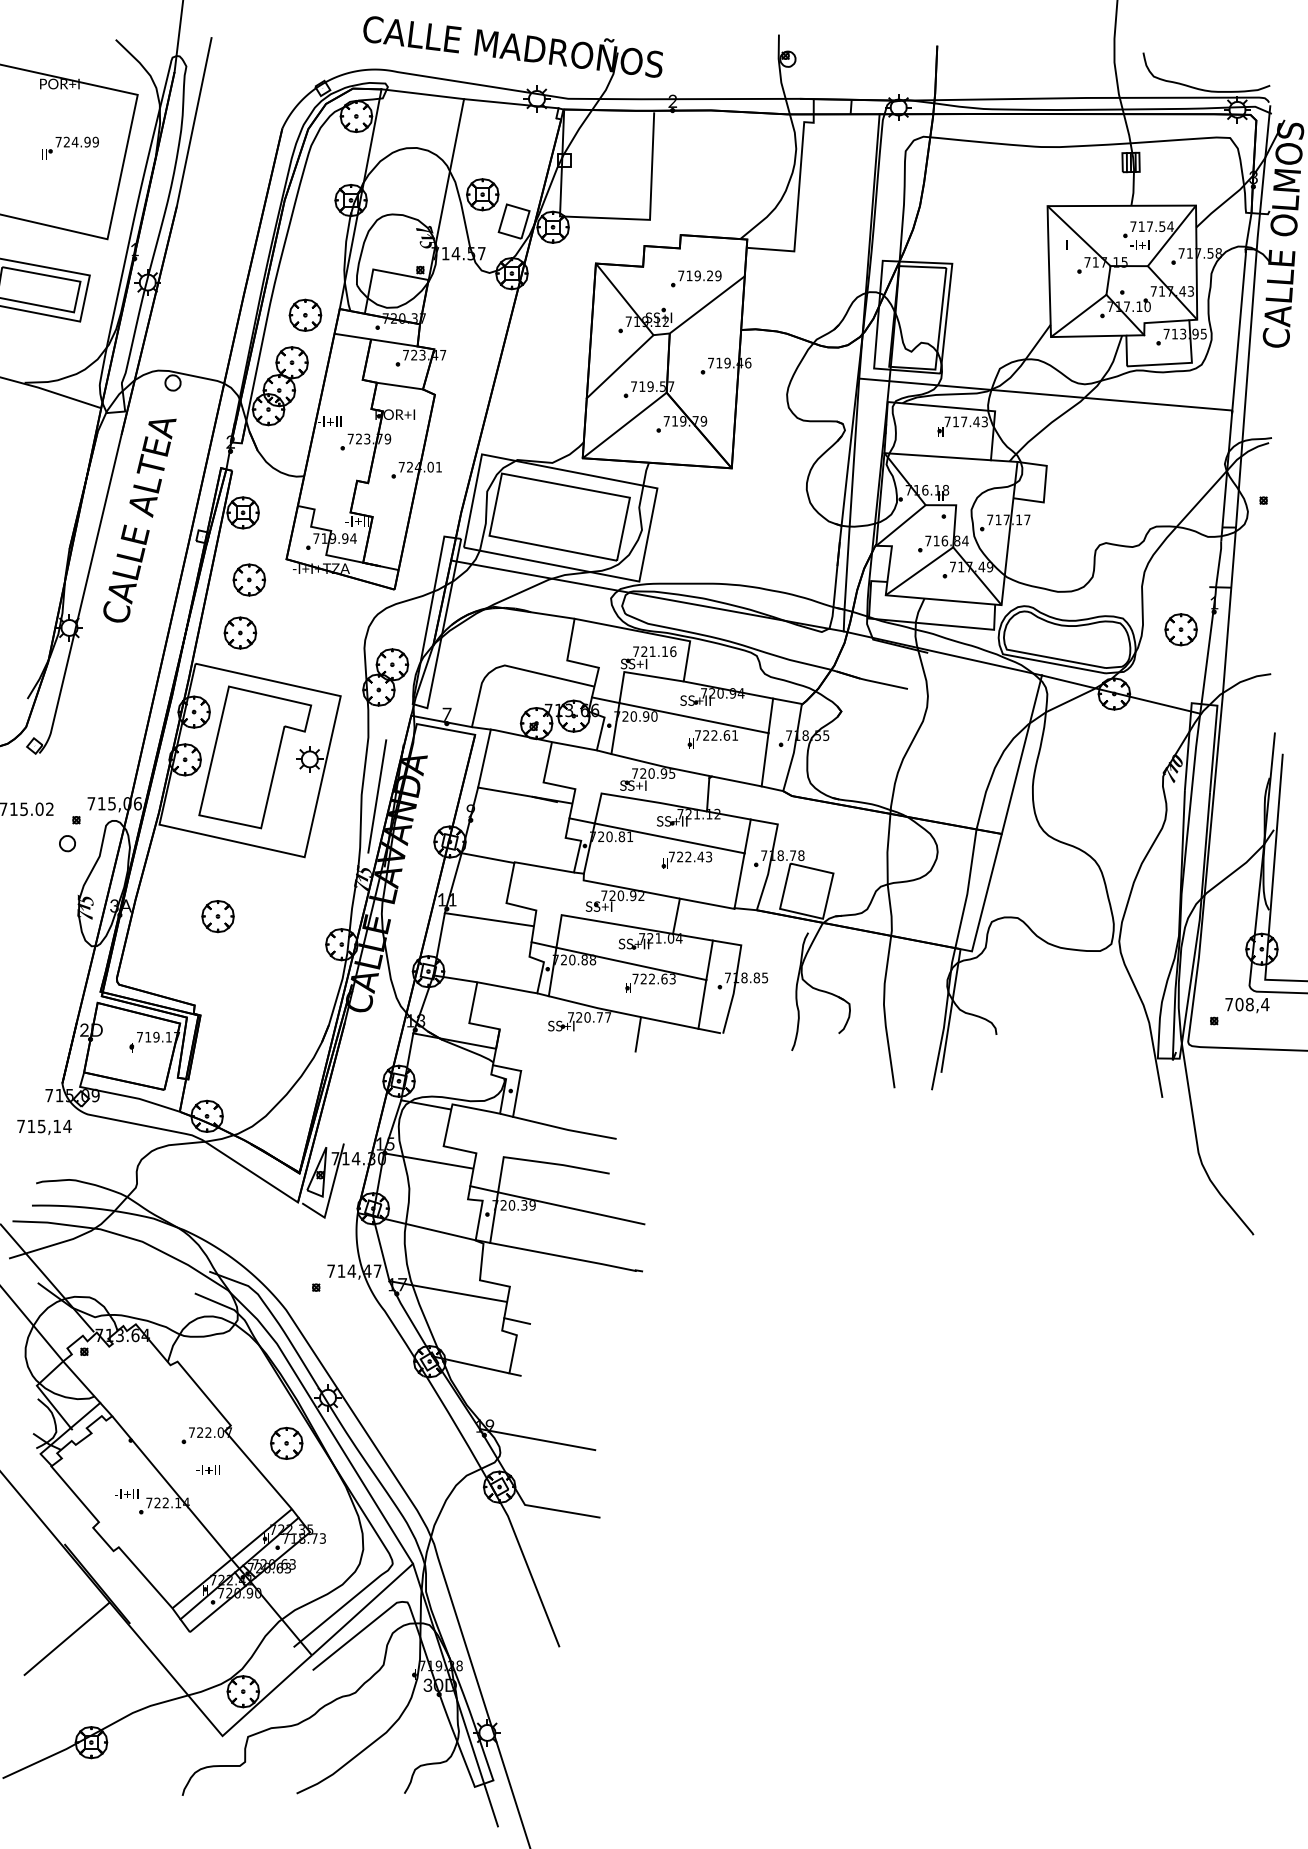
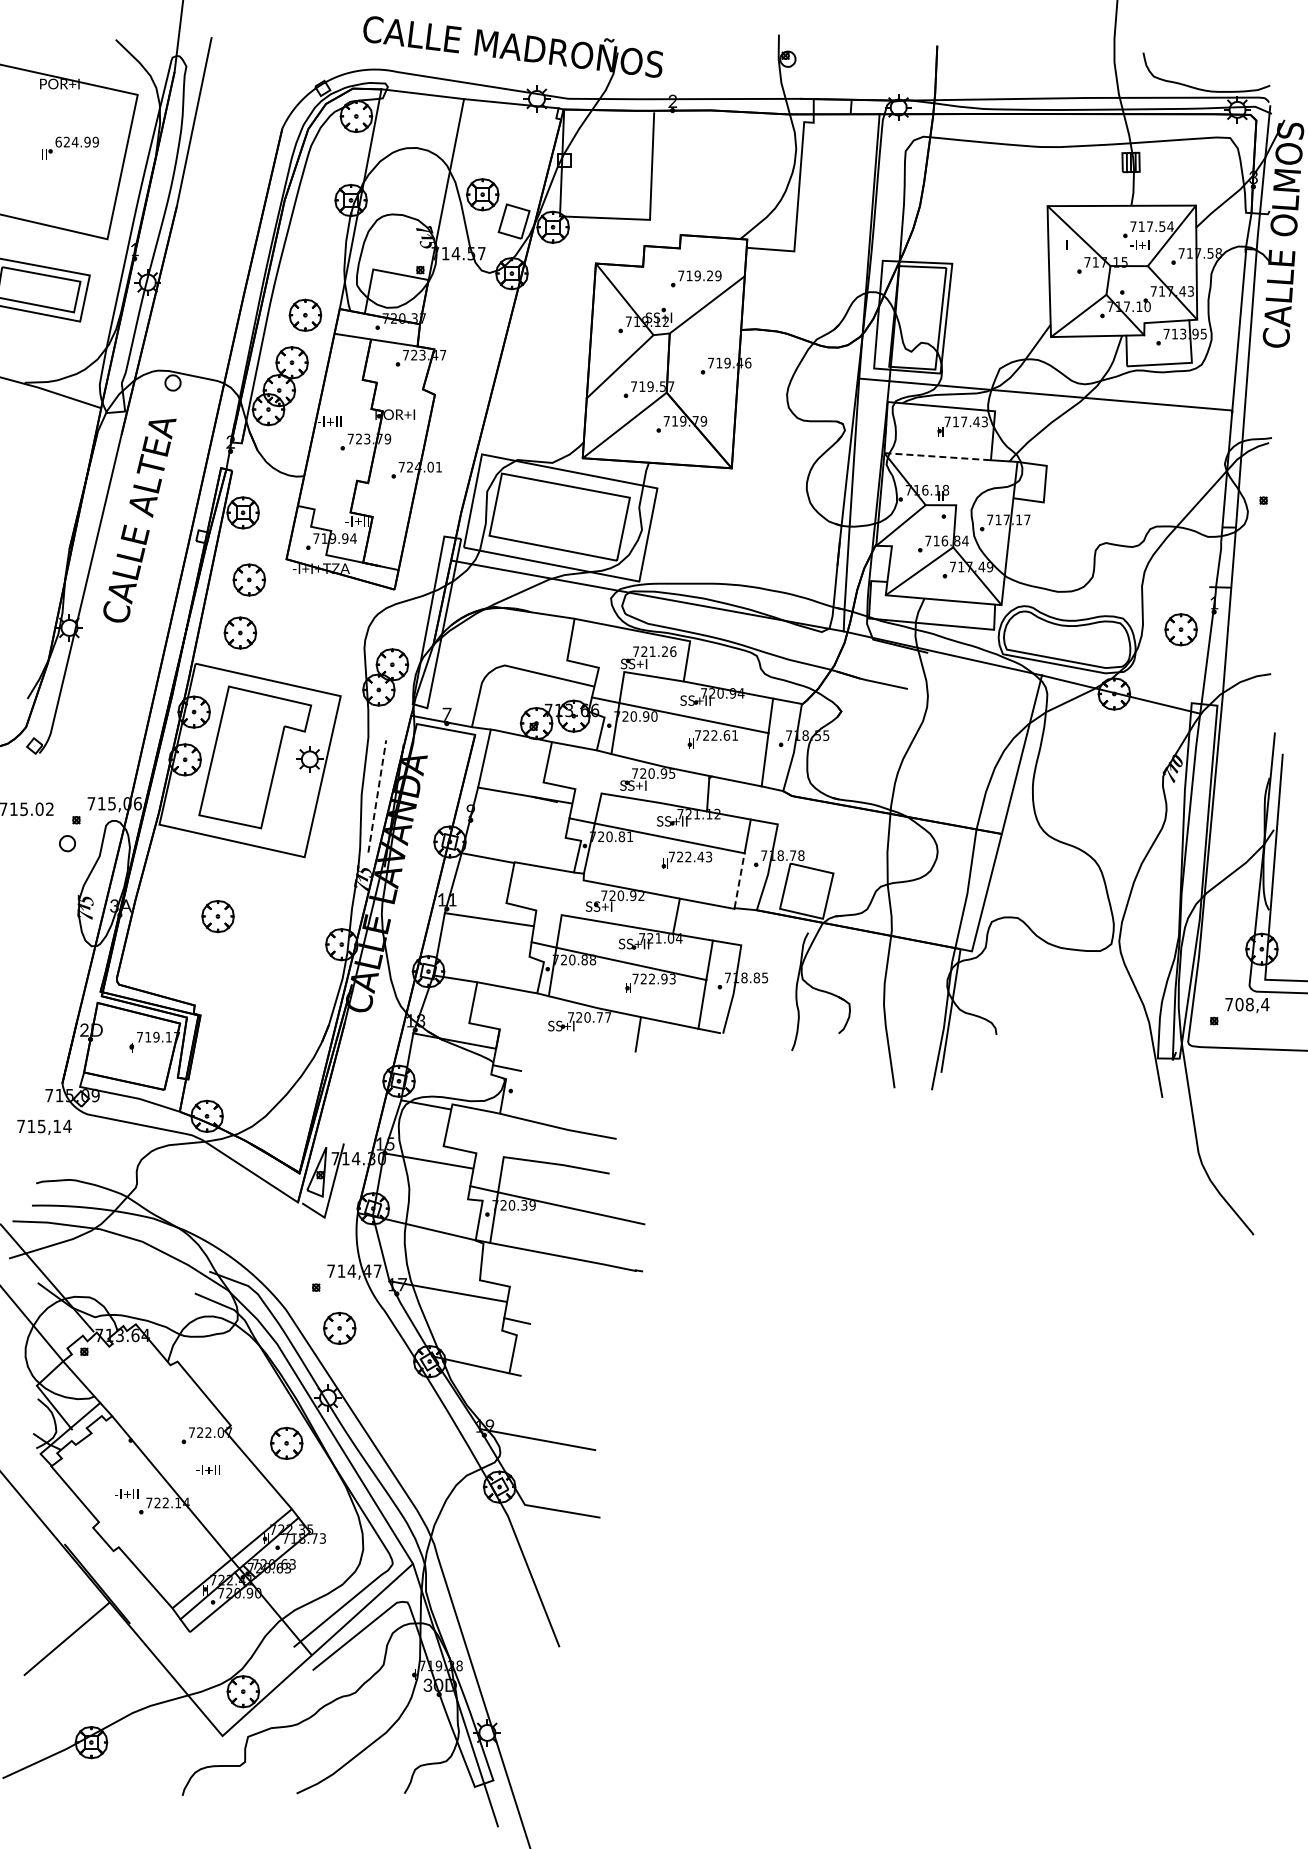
text at (58, 141): 724.99 -> 624.99
line at (399, 385): present -> none
line at (938, 456): solid -> dashed
text at (664, 651): 721.16 -> 721.26
line at (377, 796): solid -> dashed
line at (739, 880): solid -> dashed
text at (664, 978): 722.63 -> 722.93
line at (517, 1093): present -> none
part at (339, 1327): none -> present
